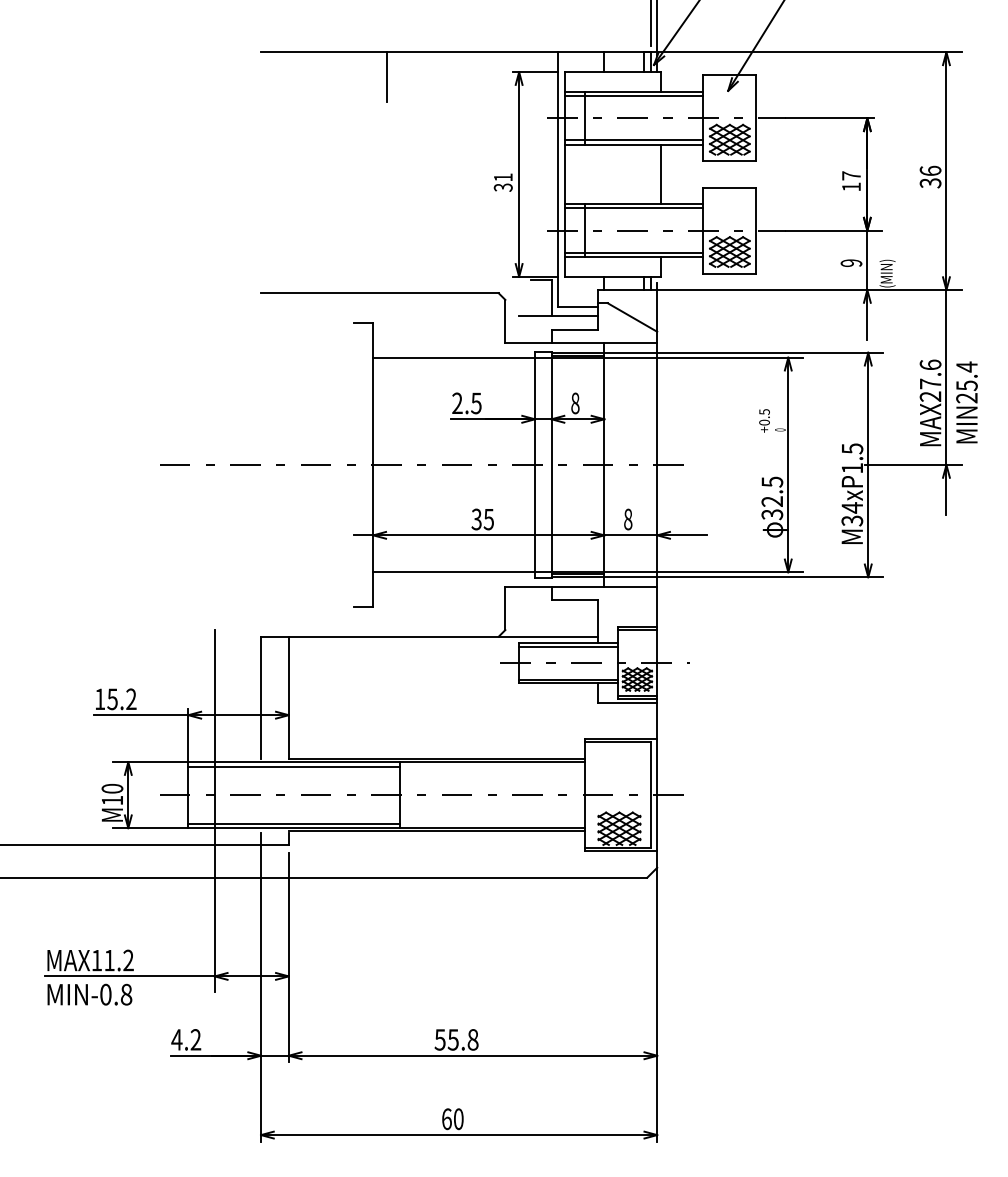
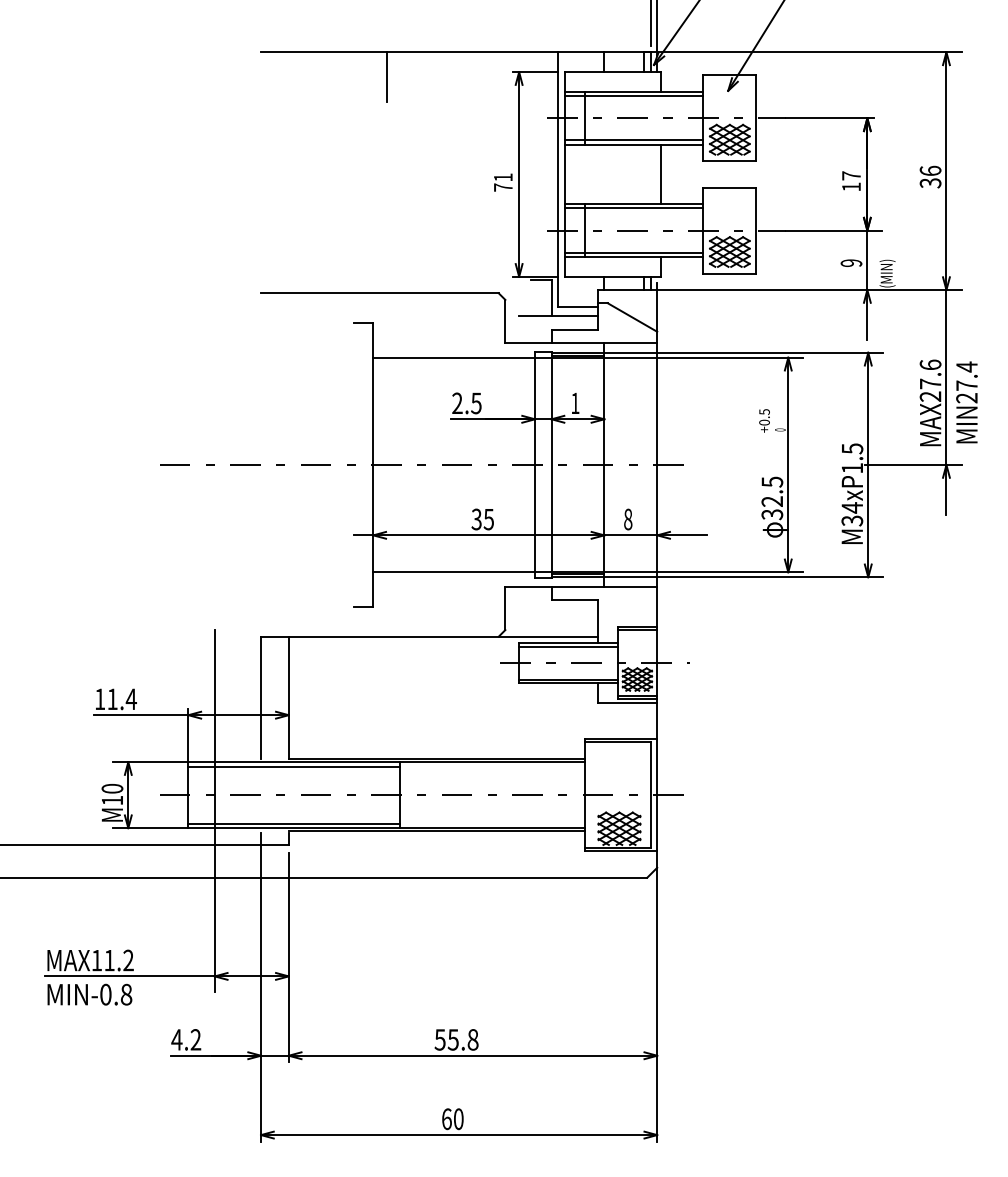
text at (502, 187): 31 -> 71
text at (966, 385): MIN25.4 -> MIN27.4
text at (575, 403): 8 -> 1
text at (121, 699): 15.2 -> 11.4
